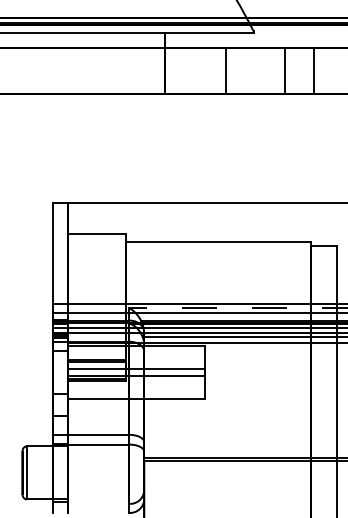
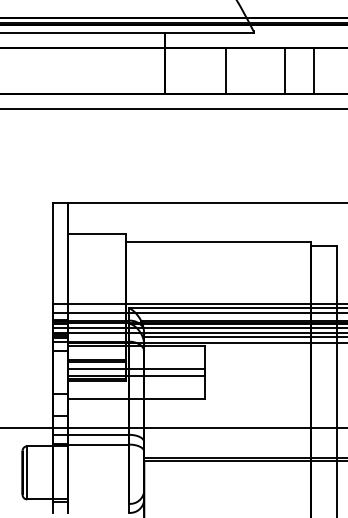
line at (173, 108): none -> present
line at (237, 308): dashed -> solid
line at (173, 428): none -> present
